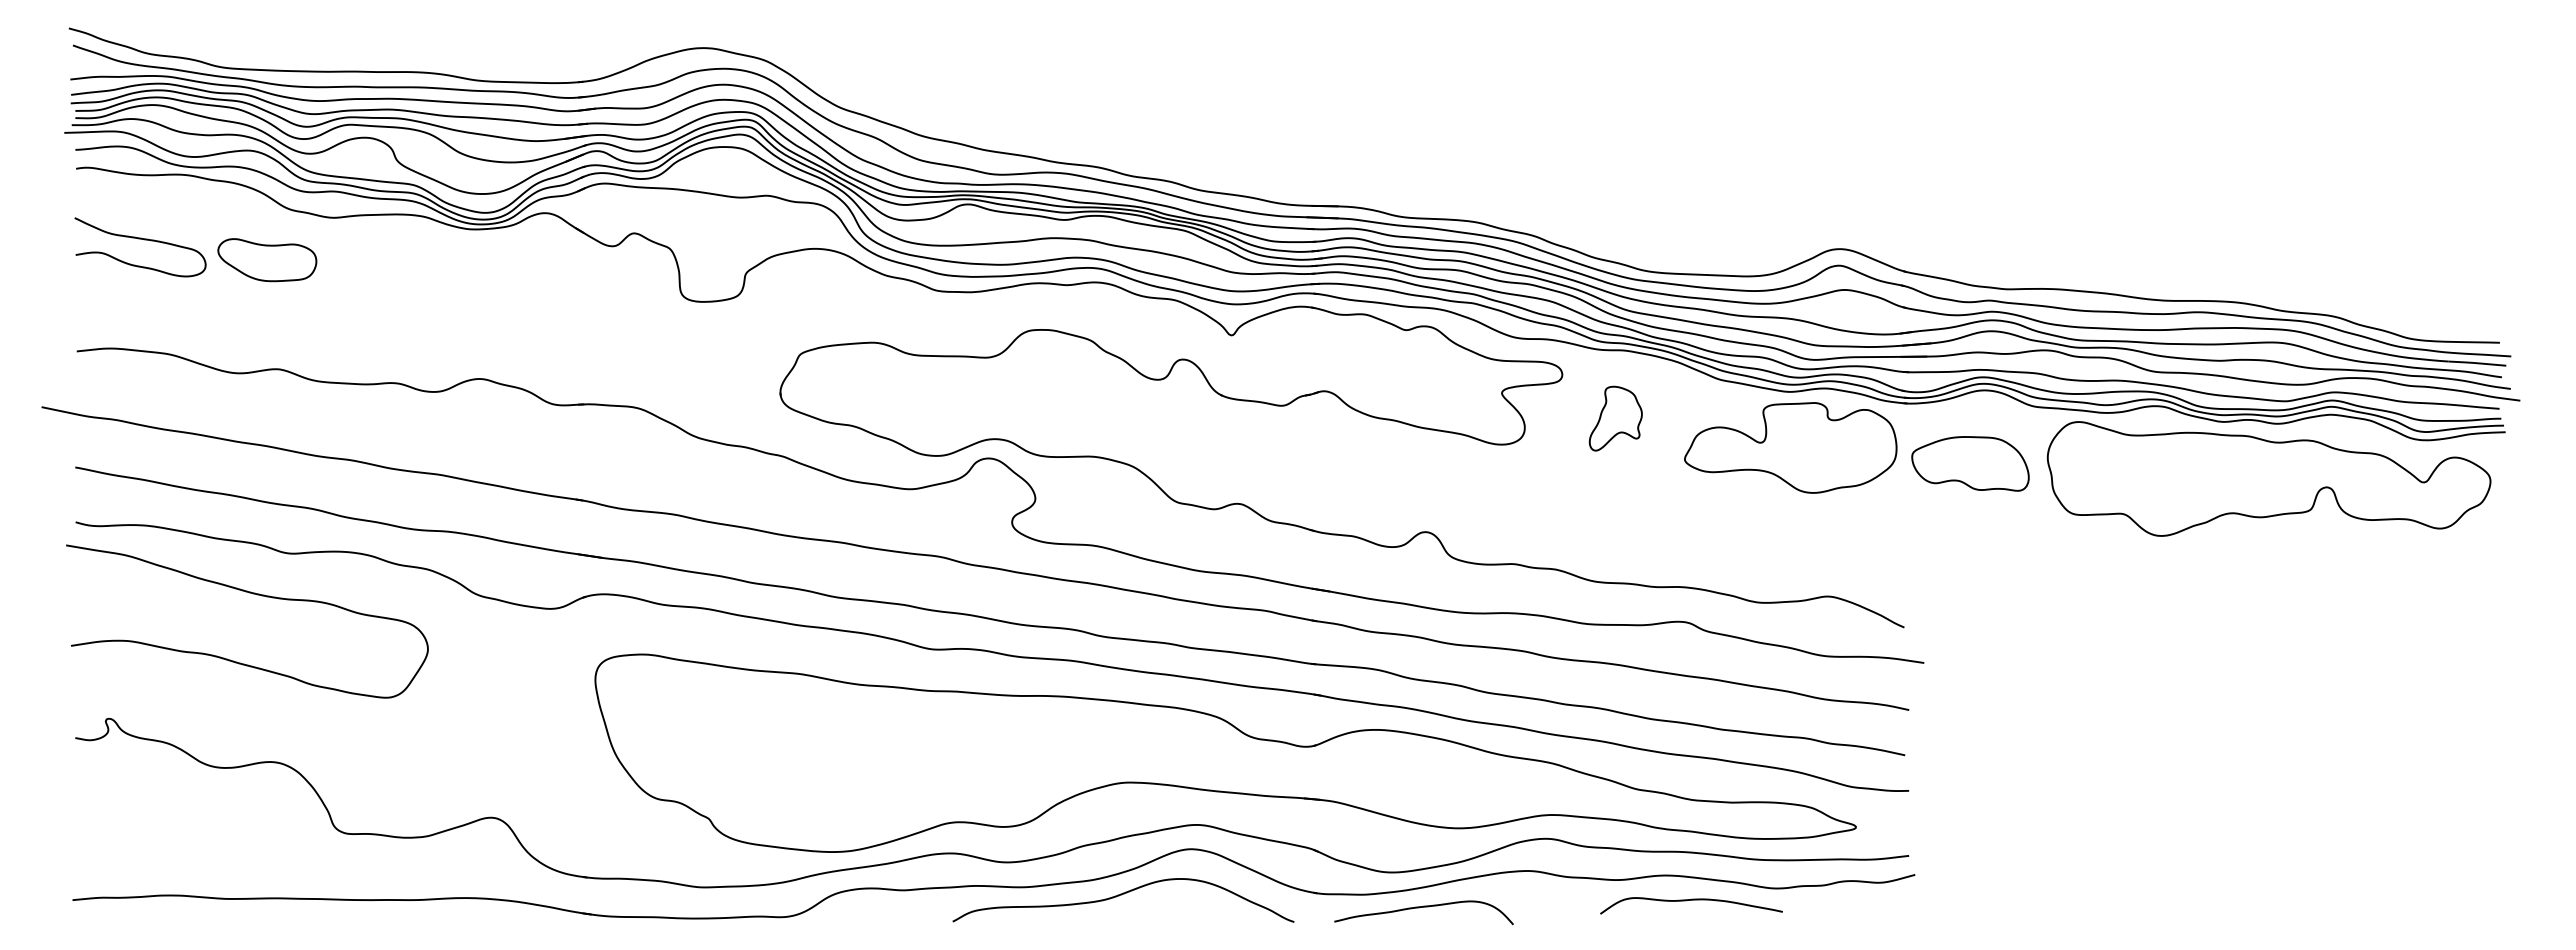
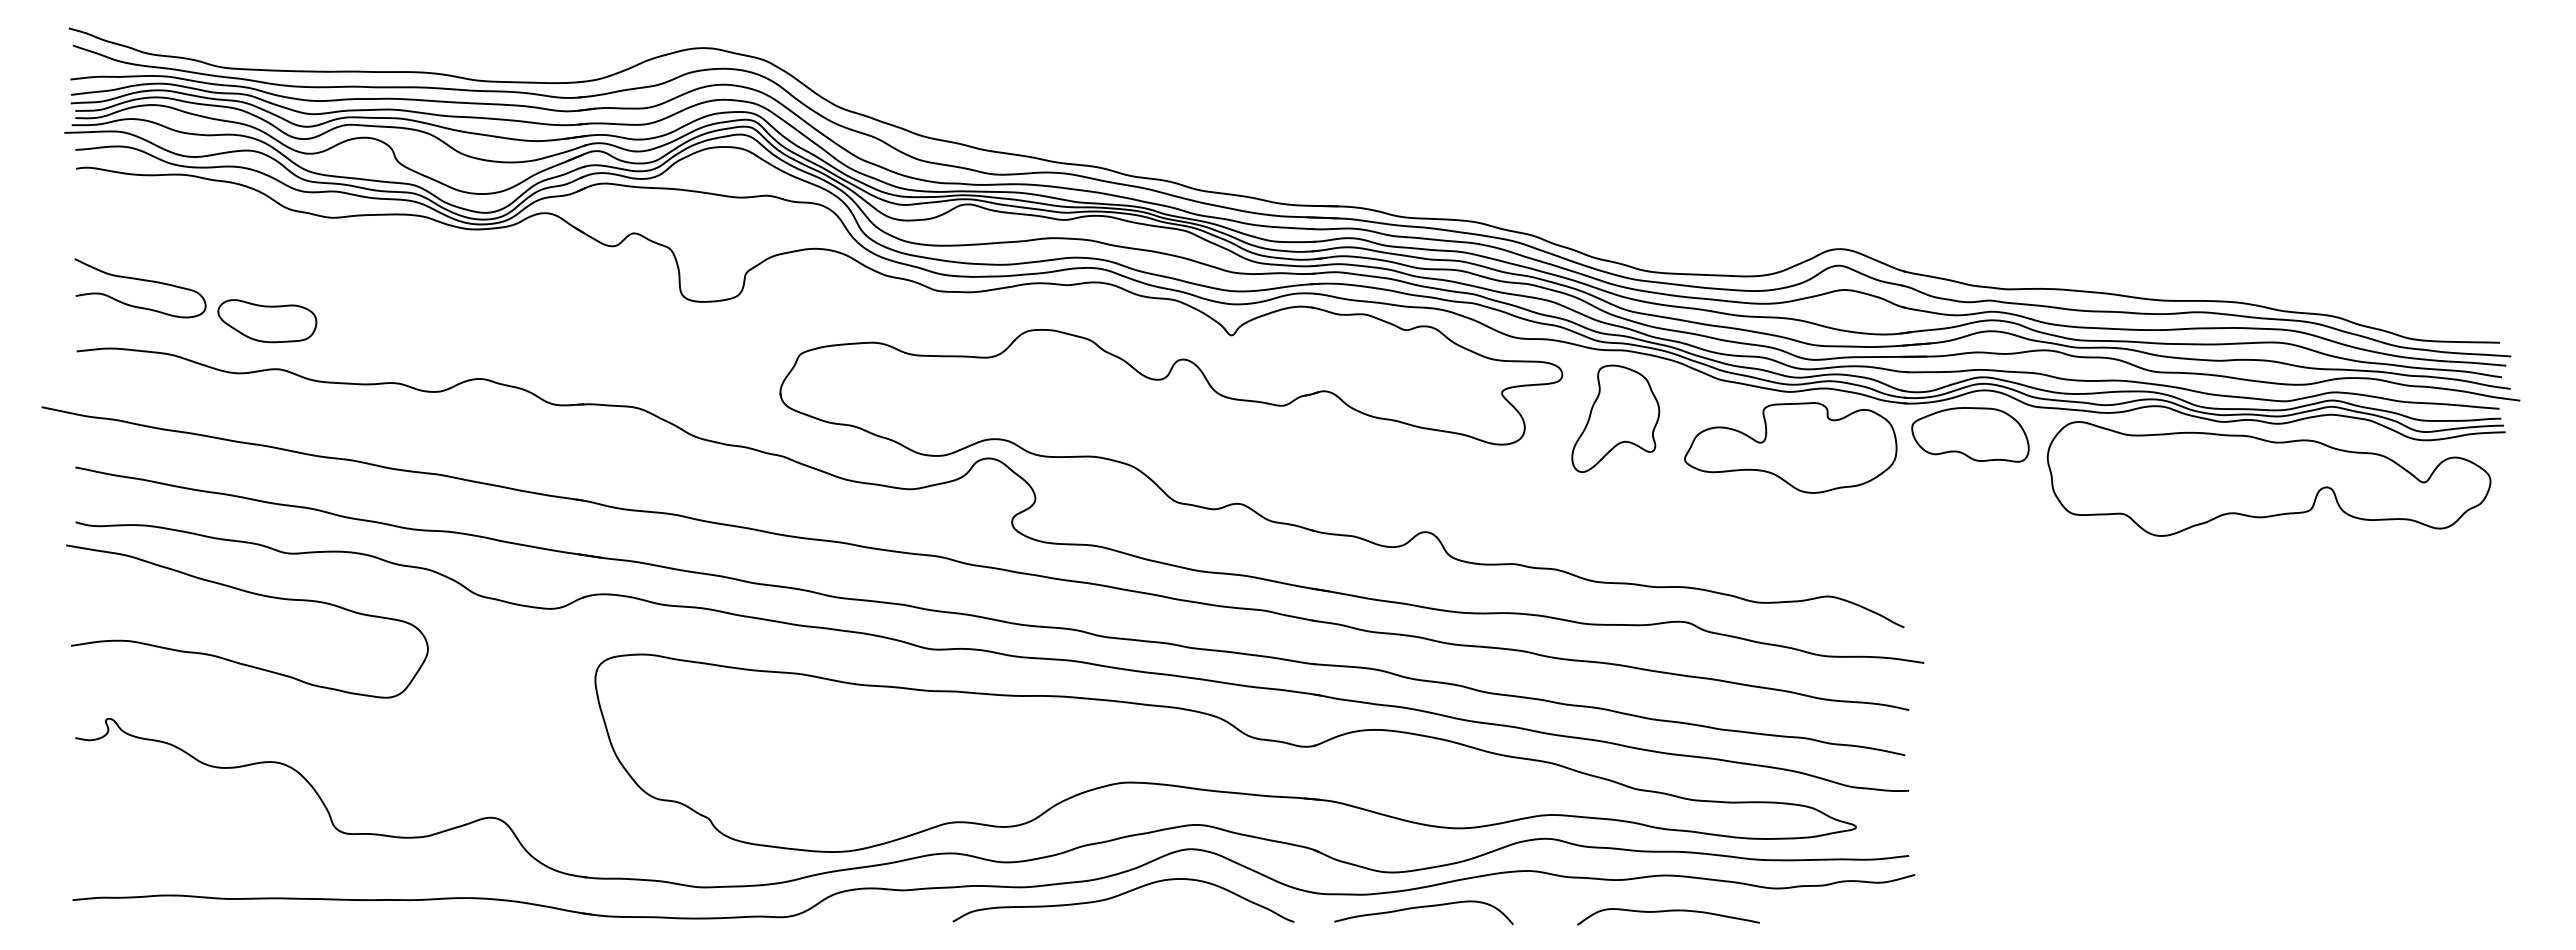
curve at (140, 239) position: (140, 239) -> (140, 280)
part at (267, 260) position: (267, 260) -> (267, 321)
part at (1615, 418) size: 55x67 px -> 90x109 px
part at (1970, 463) position: (1970, 463) -> (1970, 434)
curve at (1691, 900) position: (1691, 900) -> (1668, 911)
